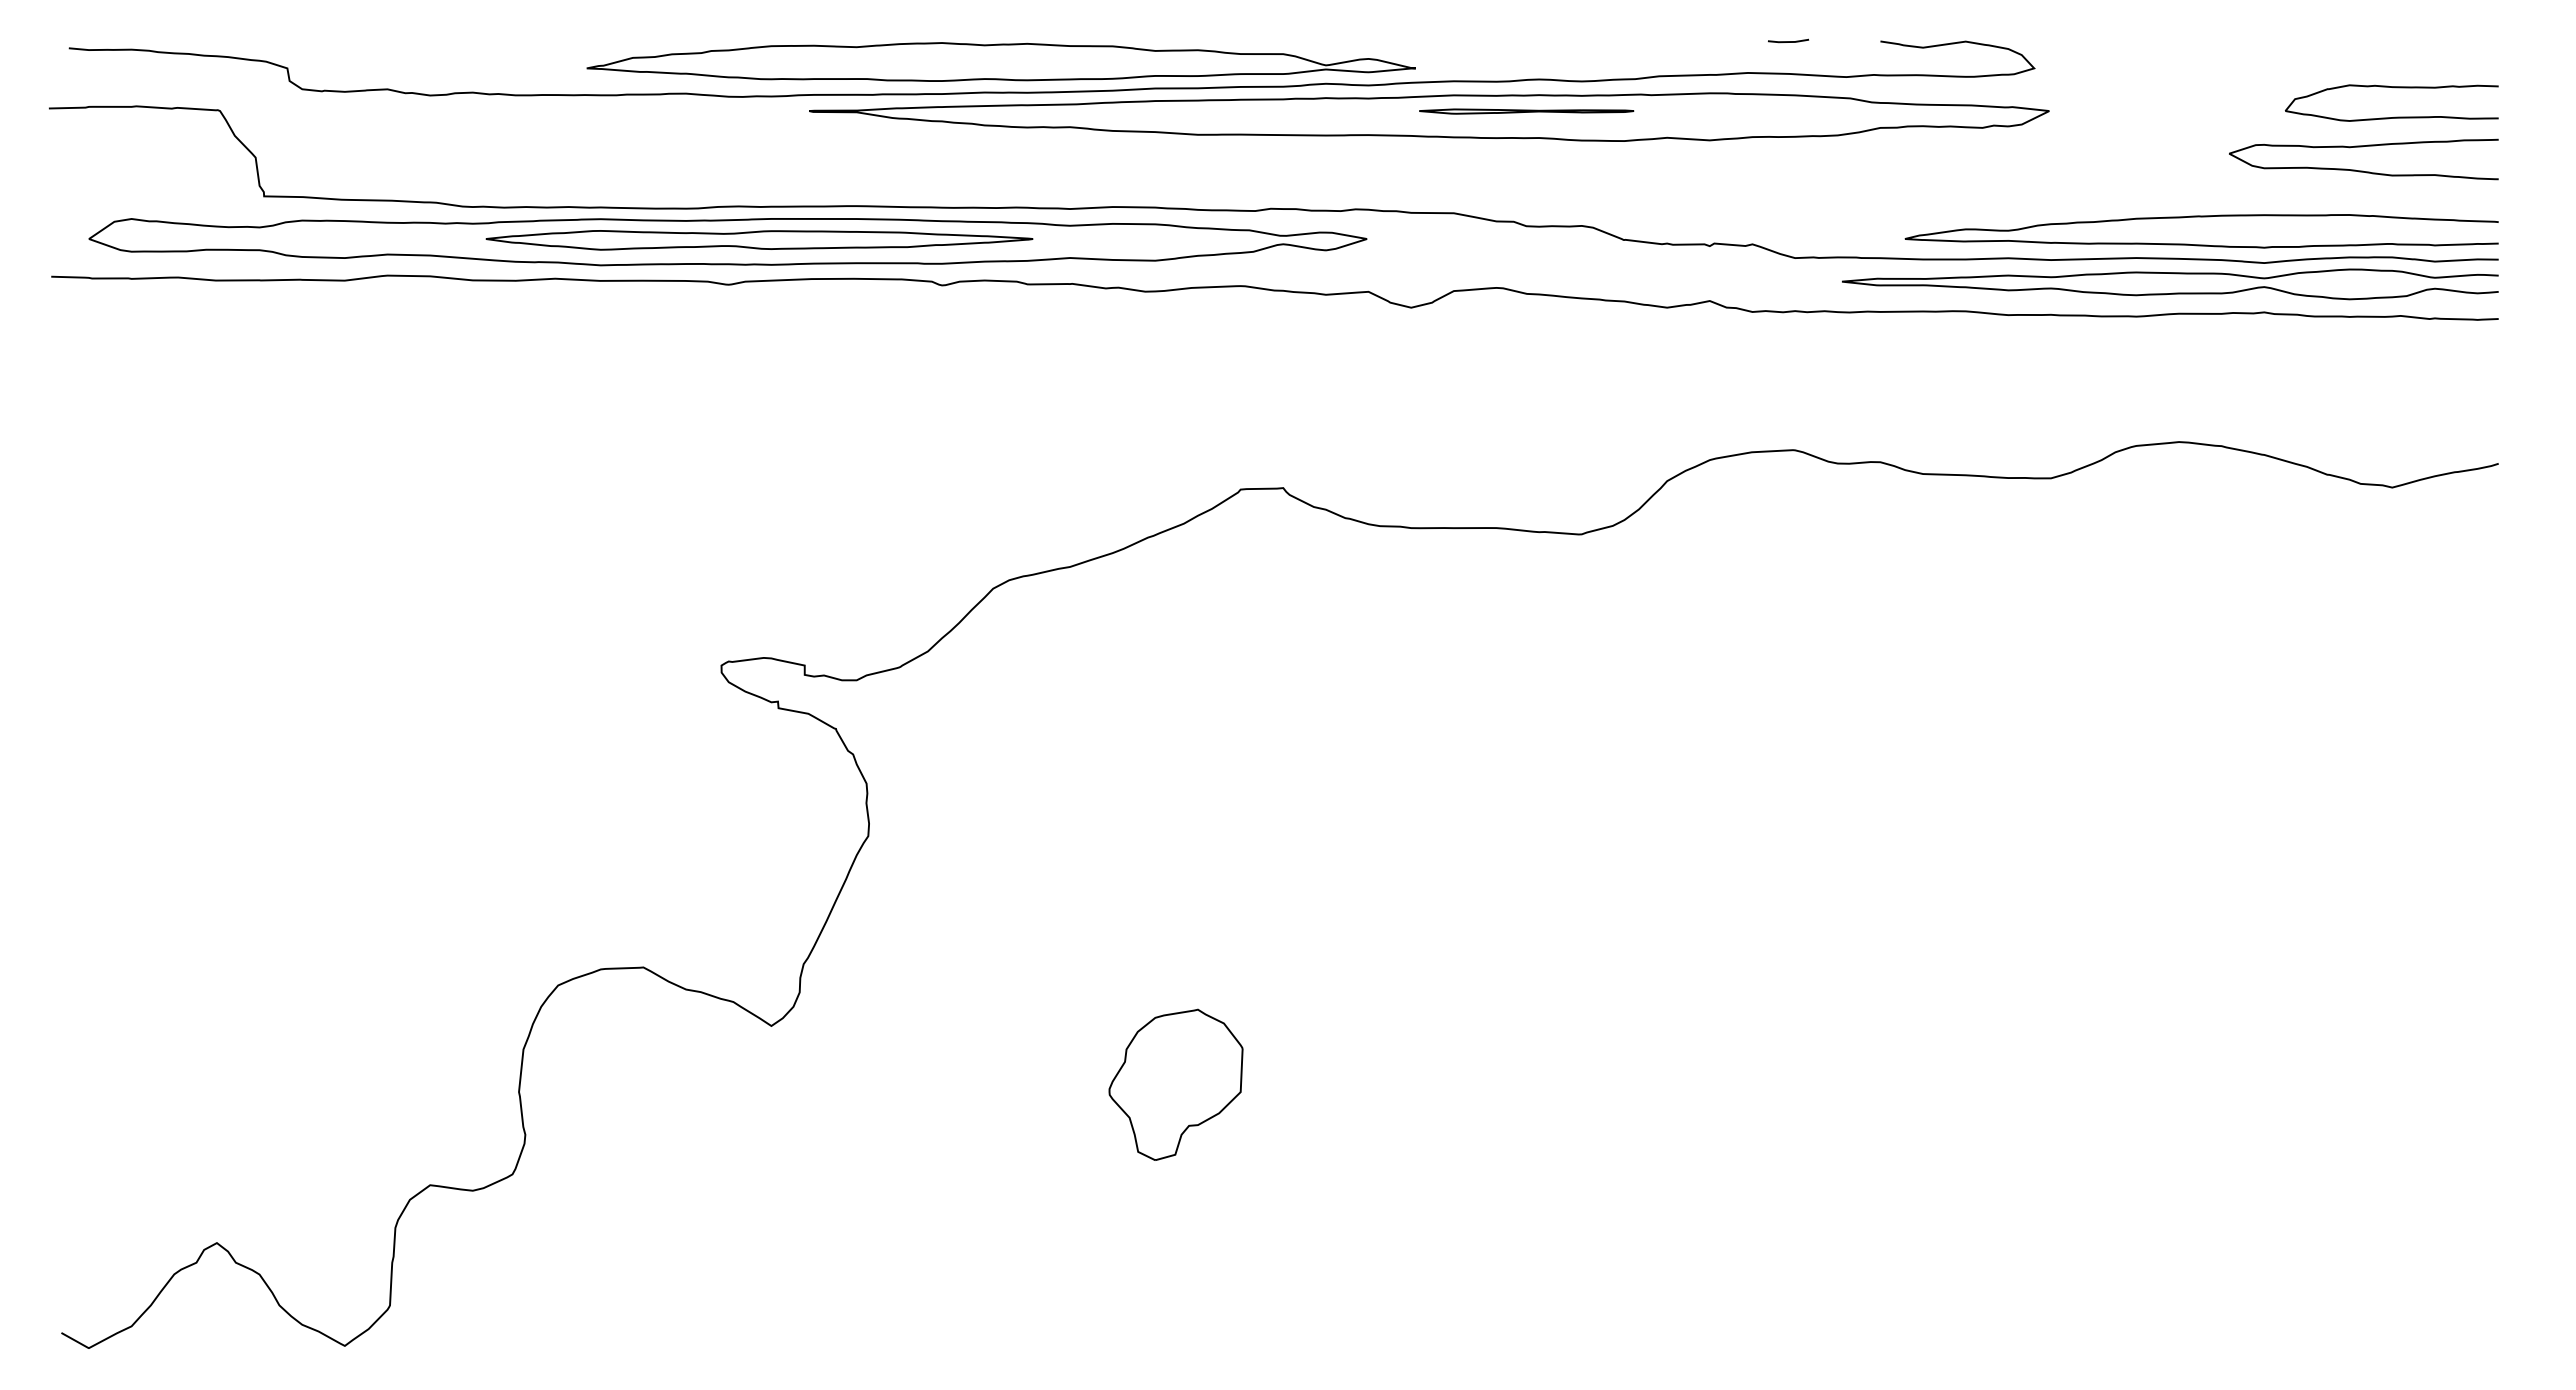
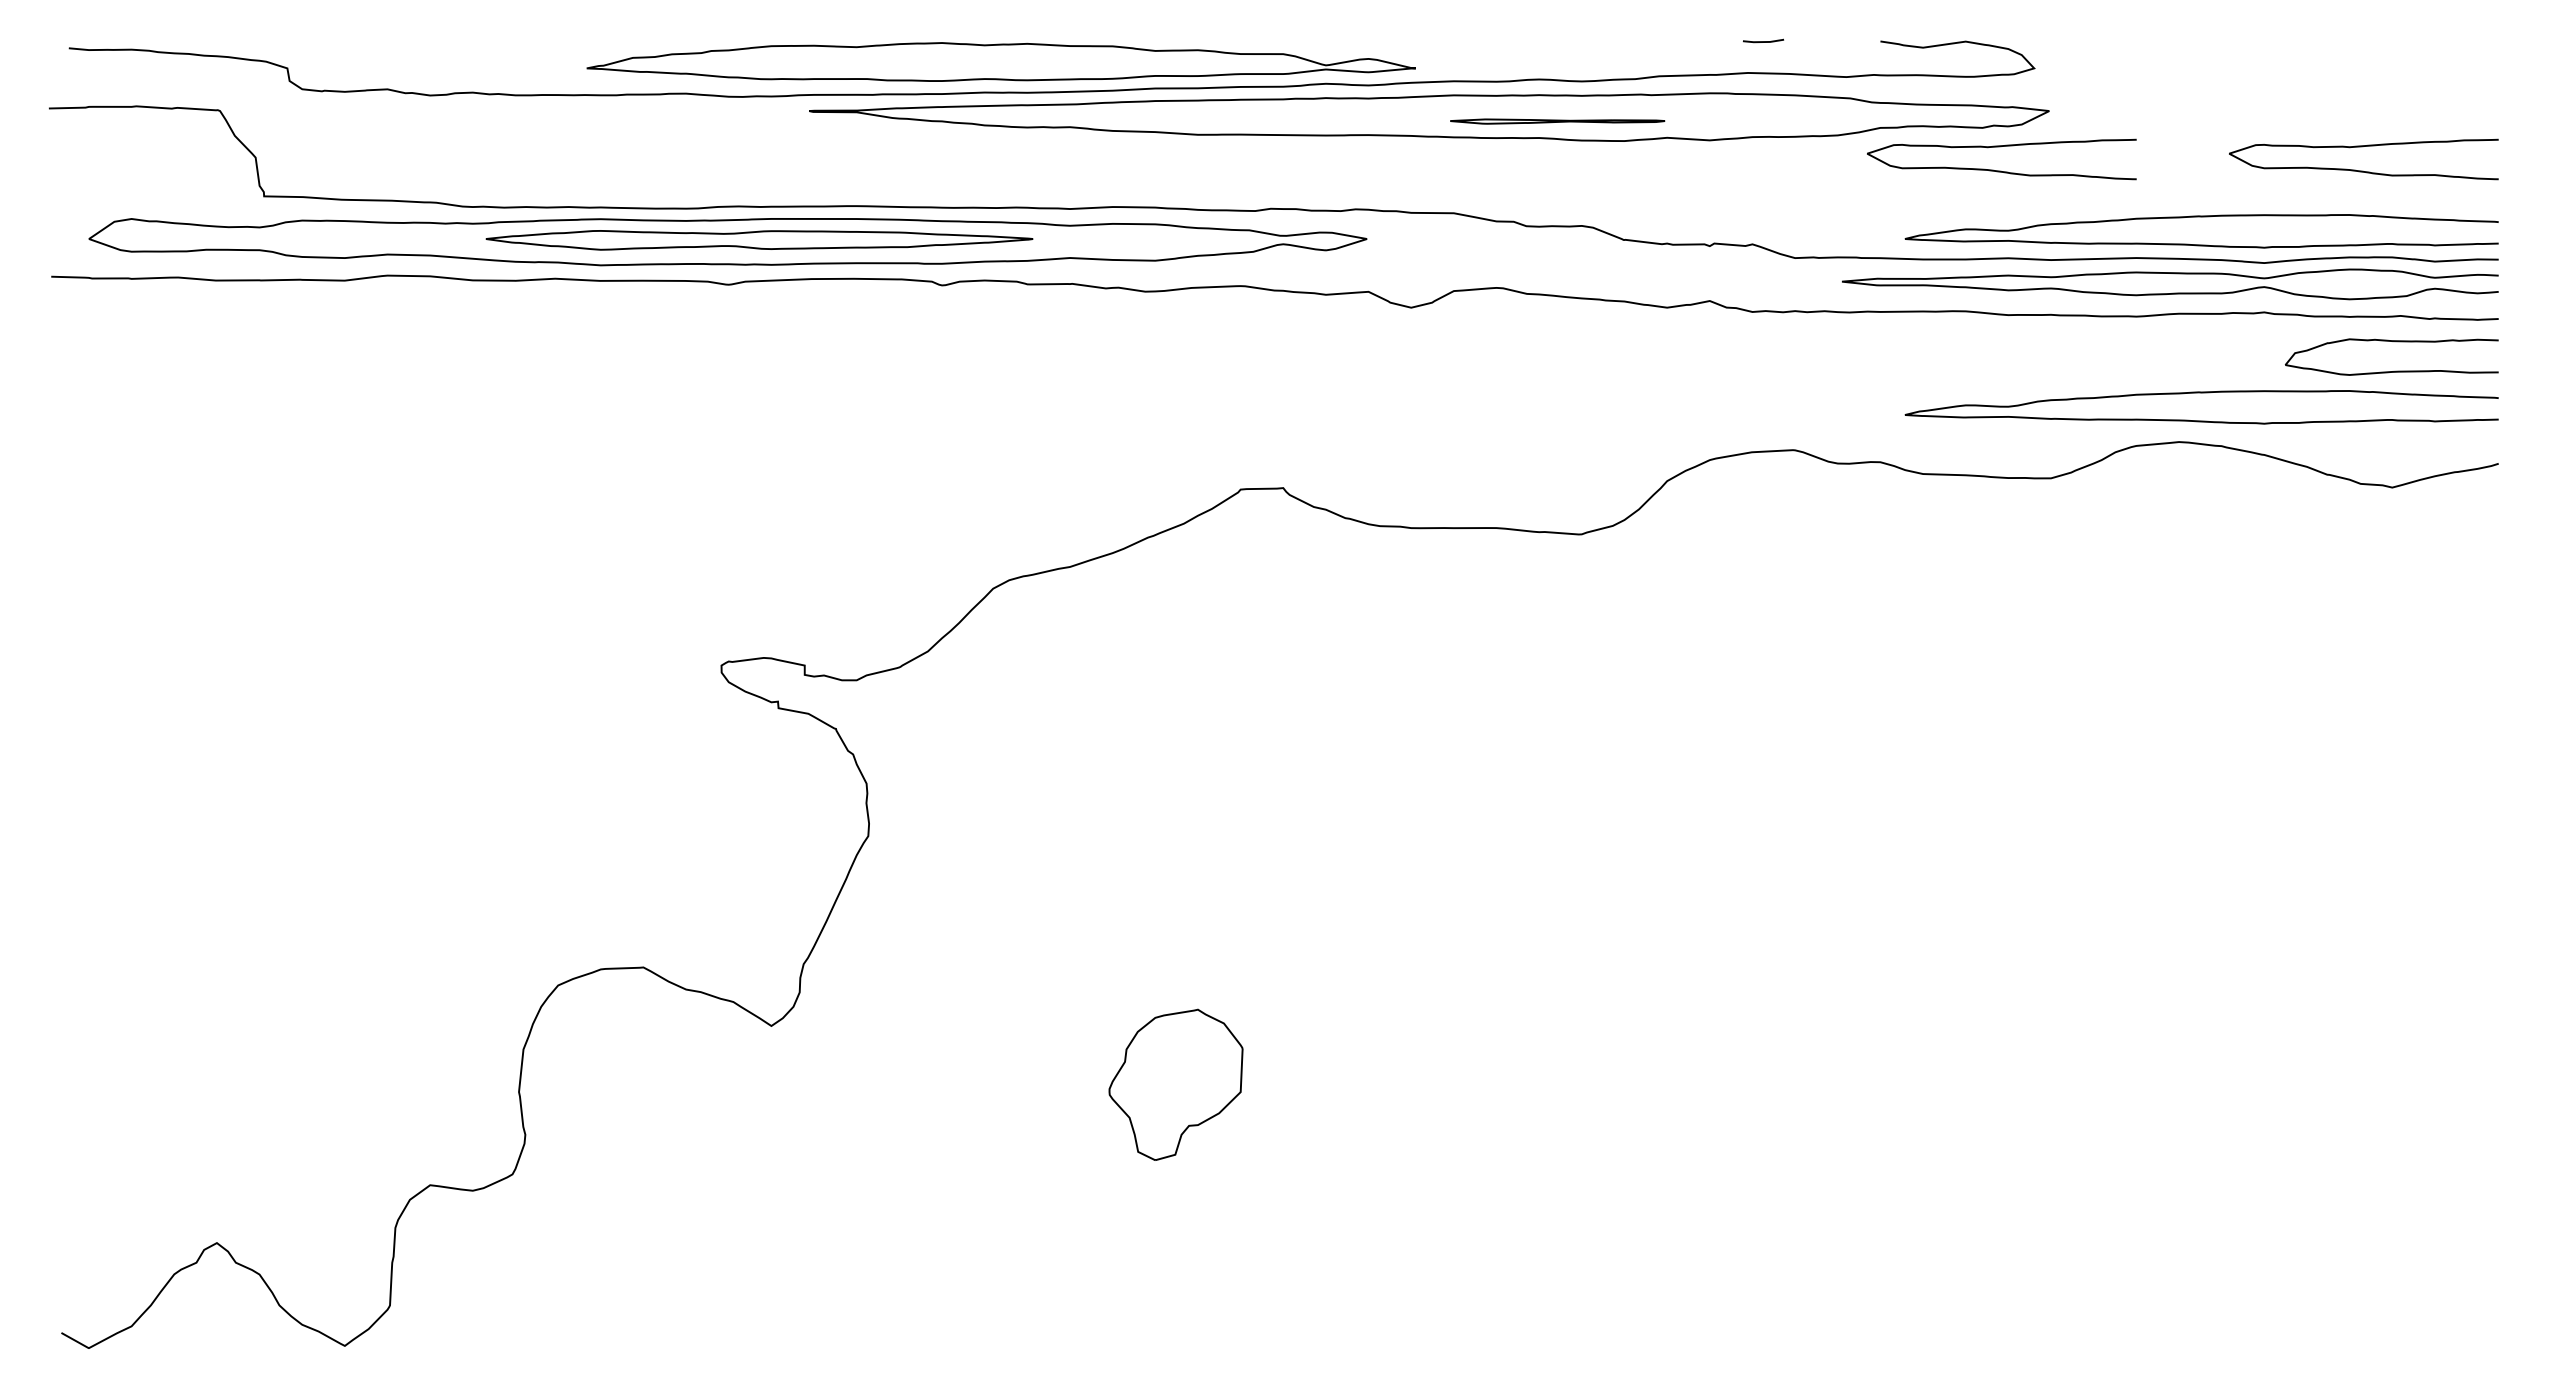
line at (1788, 41) position: (1788, 41) -> (1763, 41)
curve at (2394, 88) position: (2394, 88) -> (2394, 342)
part at (1526, 111) position: (1526, 111) -> (1557, 121)
curve at (2001, 170): none -> present
curve at (2201, 420): none -> present
